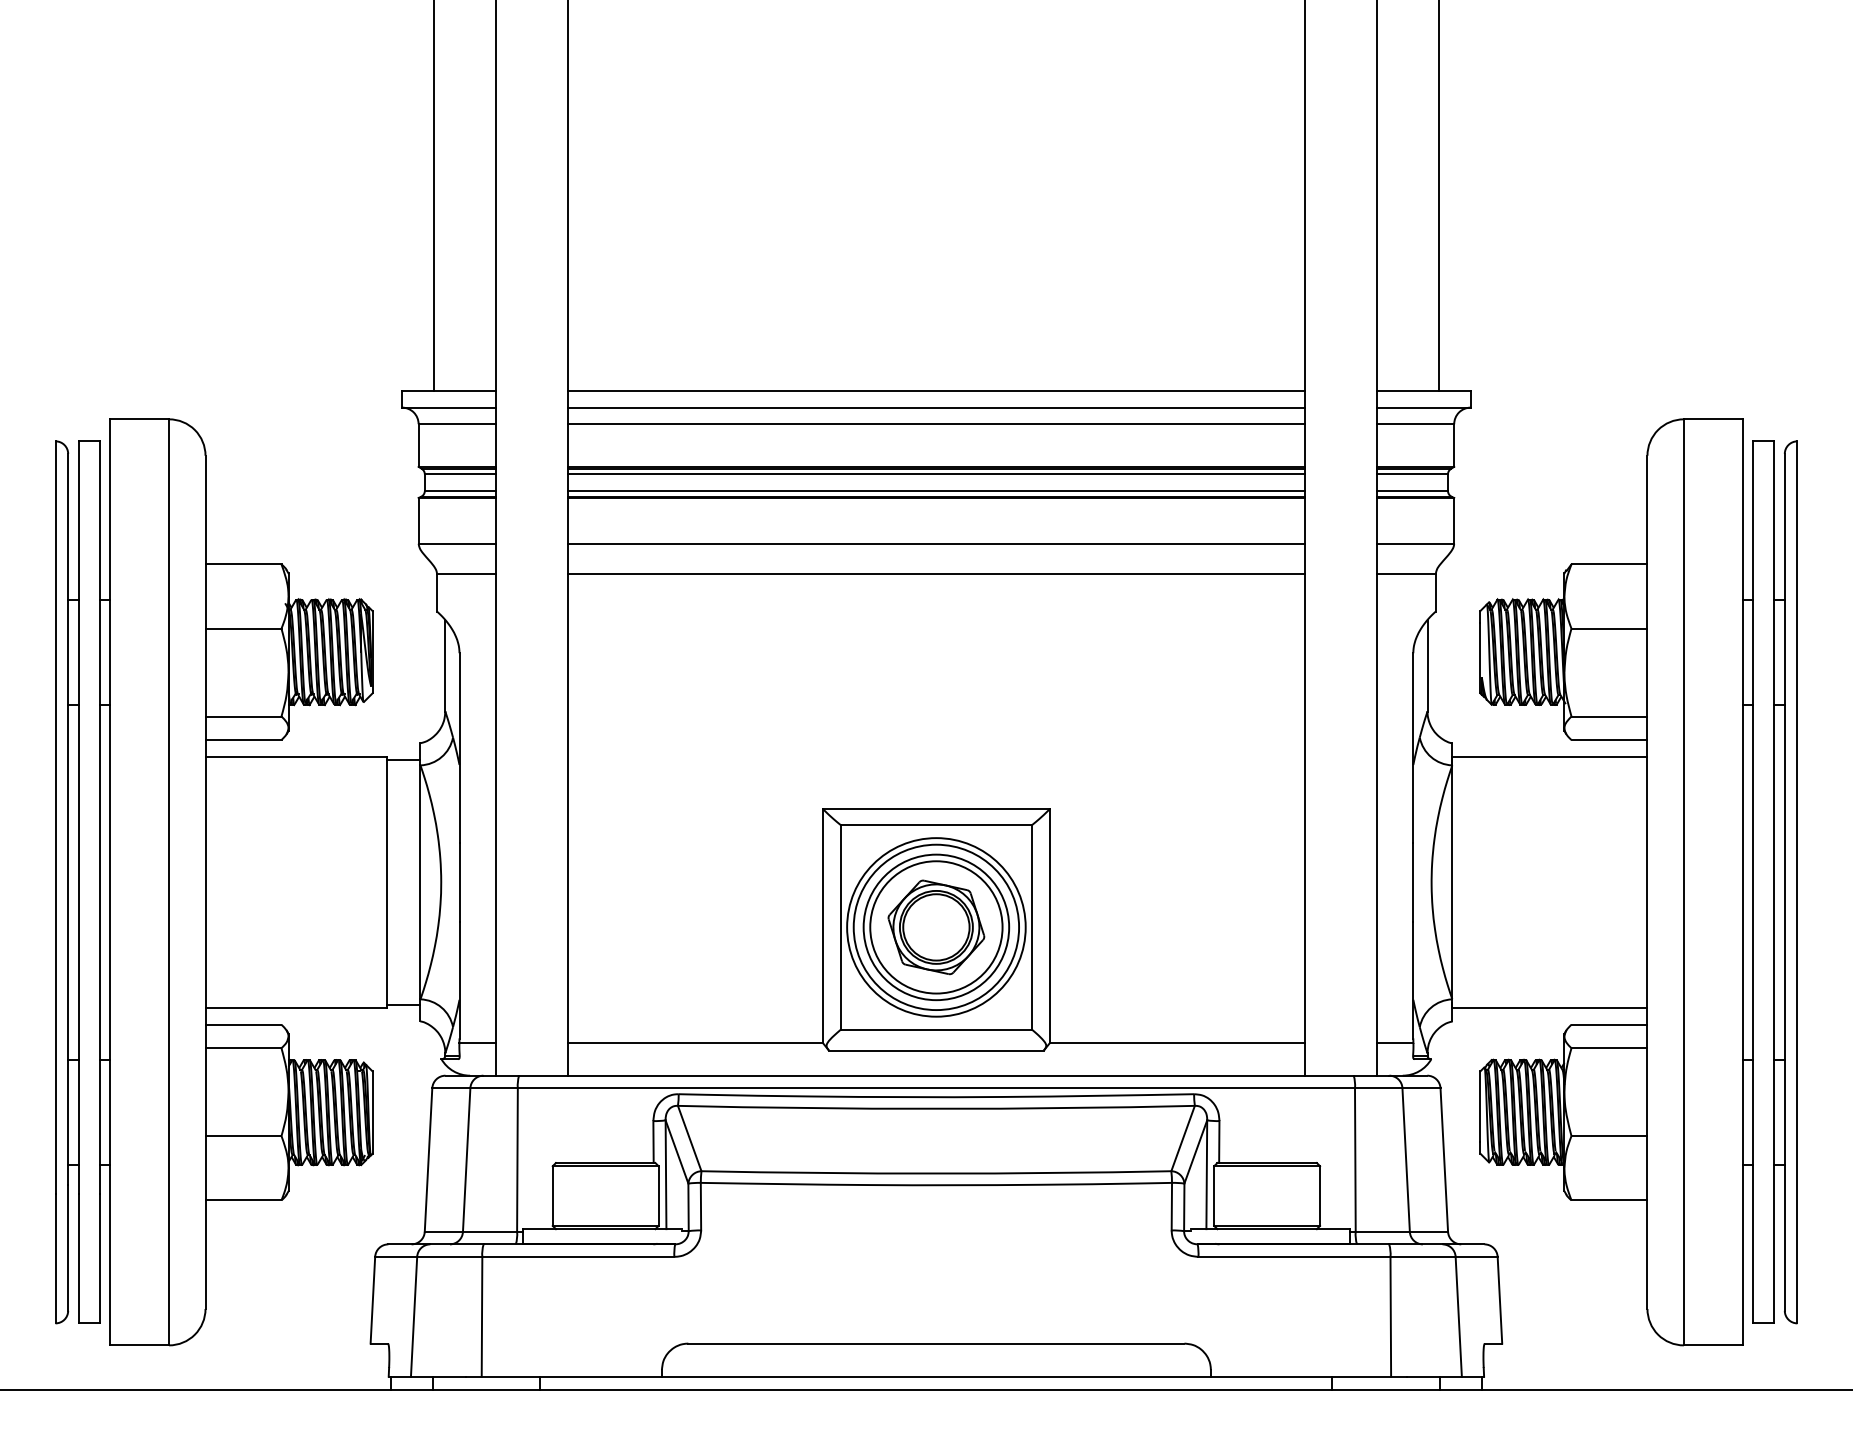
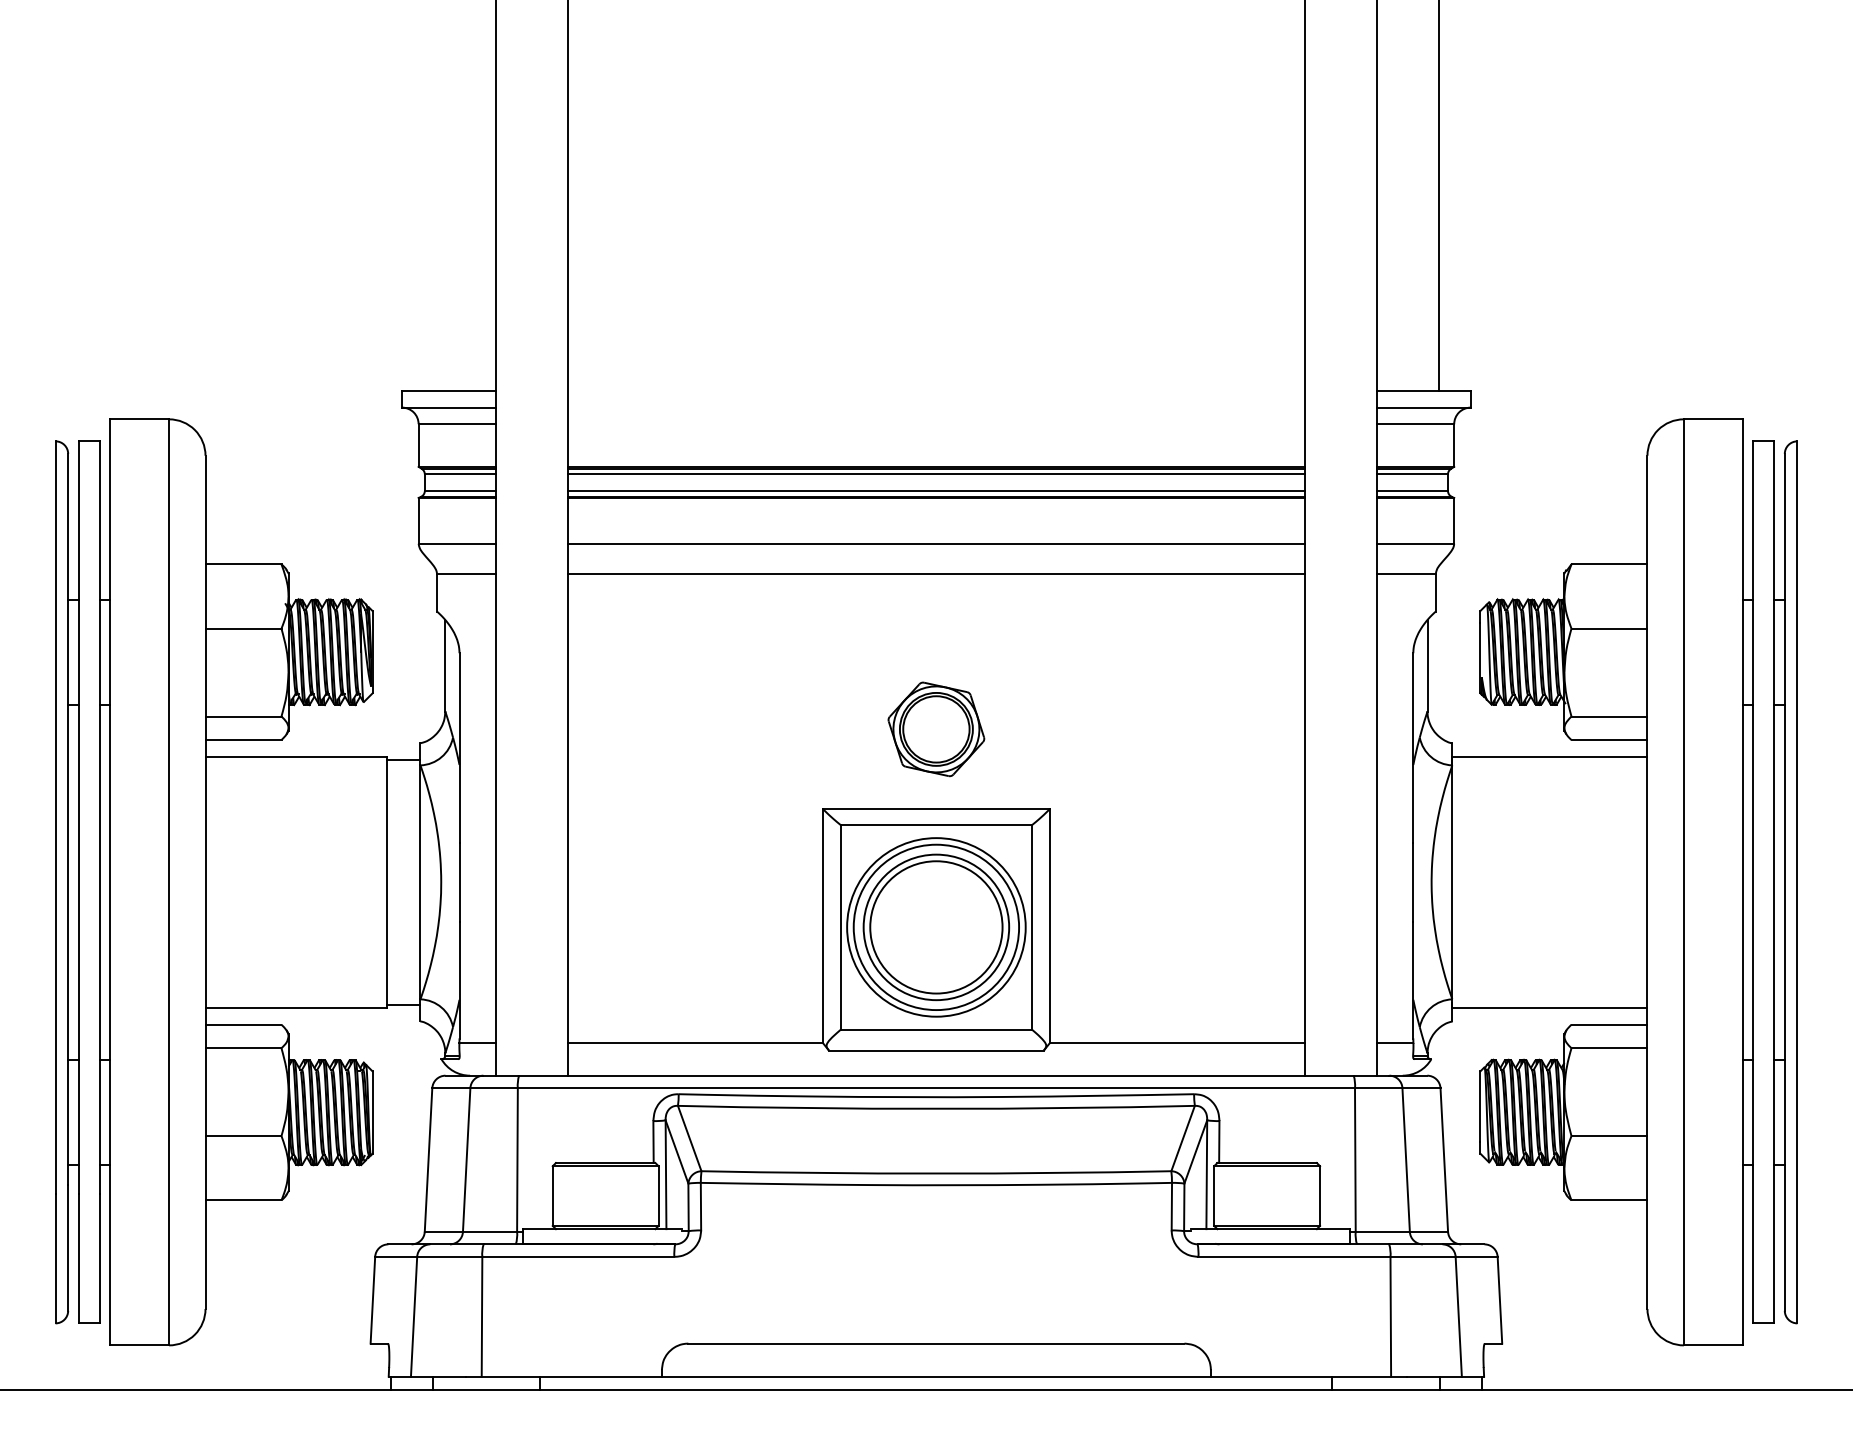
line at (433, 196): present -> none
line at (936, 391): present -> none
line at (936, 407): present -> none
line at (936, 424): present -> none
part at (936, 927) position: (936, 927) -> (936, 729)
